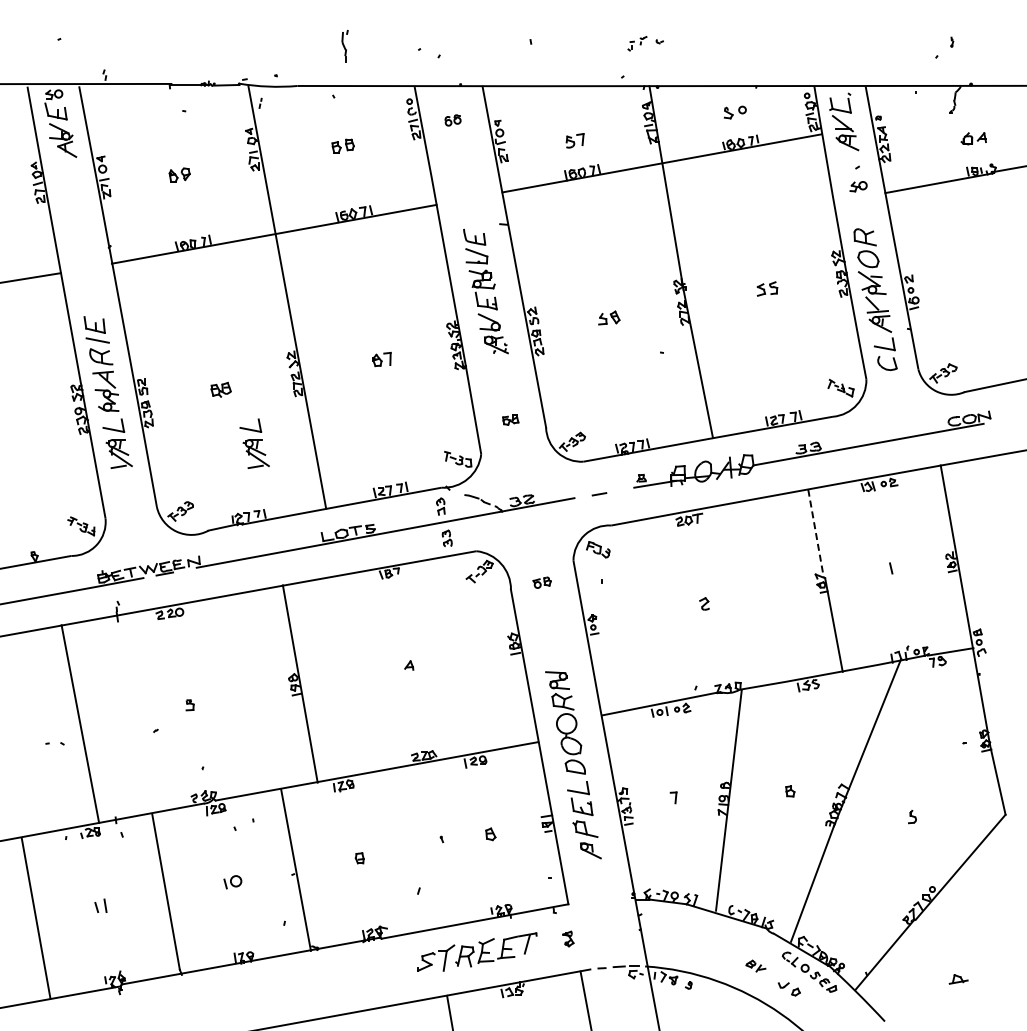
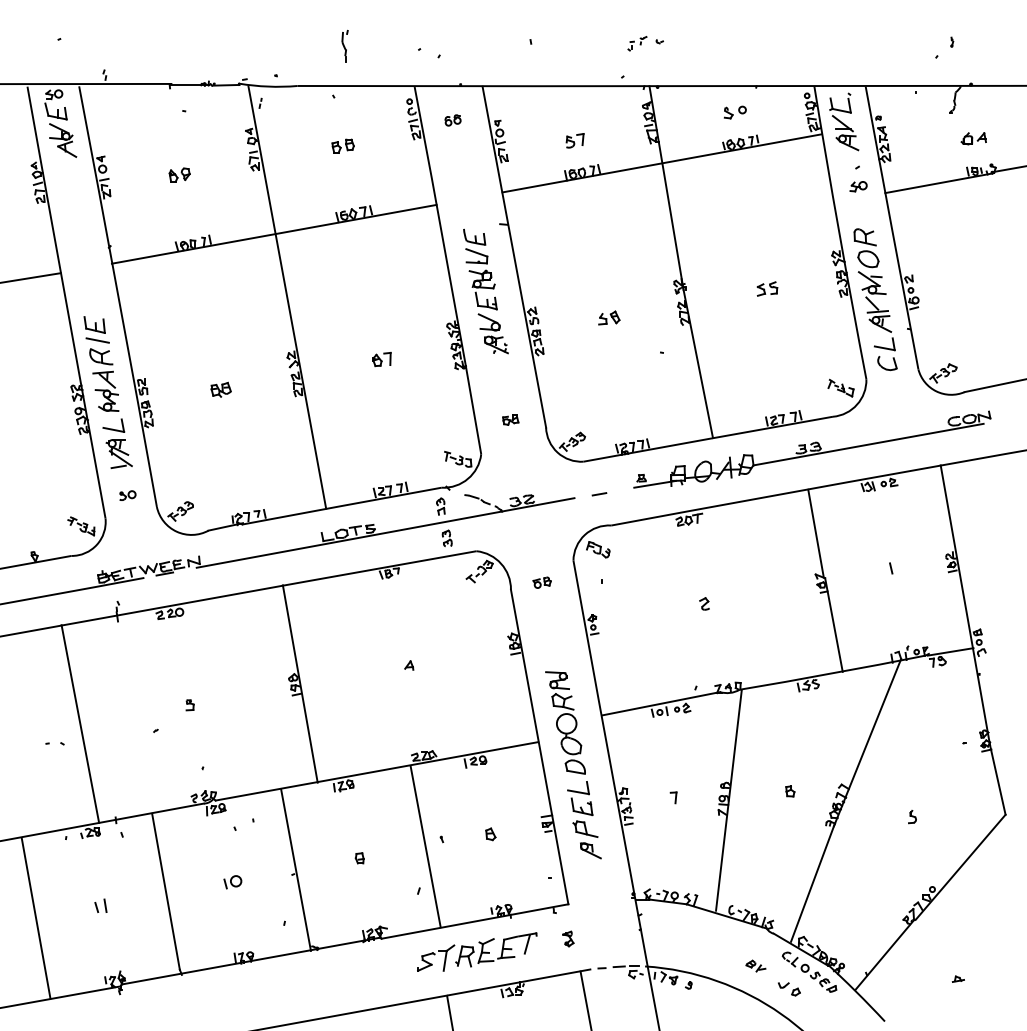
part at (254, 443): present -> none
part at (127, 495): none -> present
line at (816, 533): dashed -> solid
line at (425, 846): none -> present
part at (958, 979) size: 21x11 px -> 14x8 px
